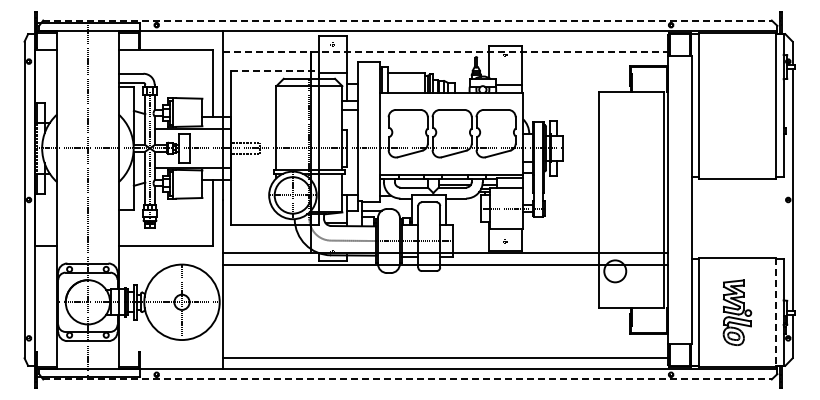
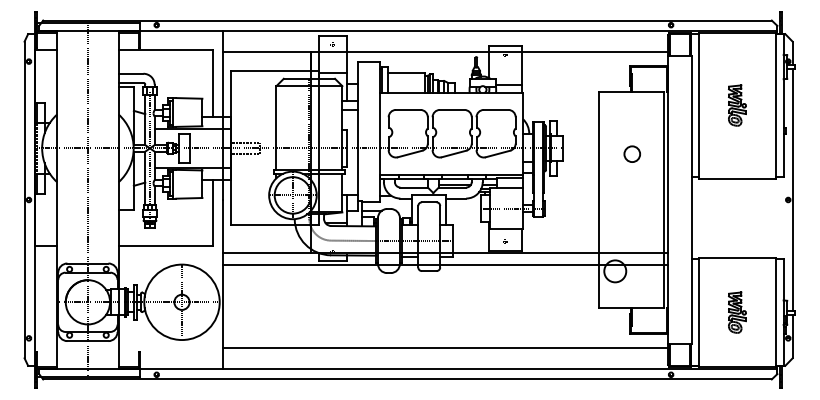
line at (408, 20): dashed -> solid
line at (446, 51): dashed -> solid
line at (275, 71): dashed -> solid
part at (737, 105): none -> present
circle at (631, 153): none -> present
part at (737, 312) size: 31x67 px -> 19x43 px
line at (776, 312): dashed -> solid
line at (445, 358) position: (445, 358) -> (445, 348)
line at (408, 379): dashed -> solid
